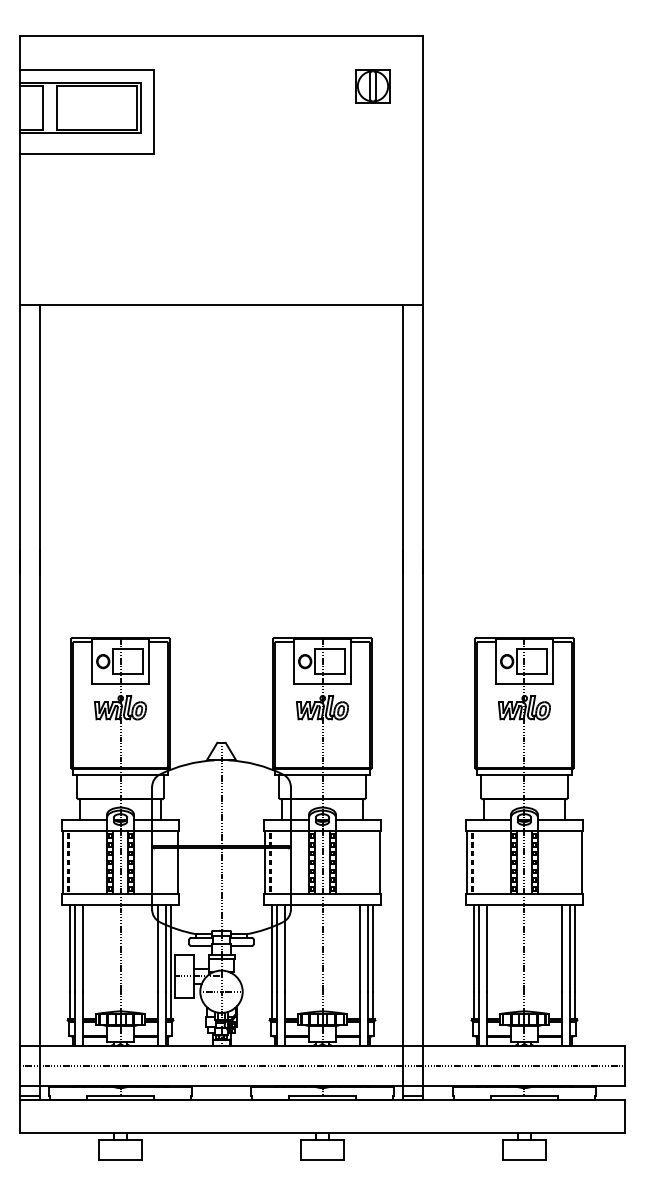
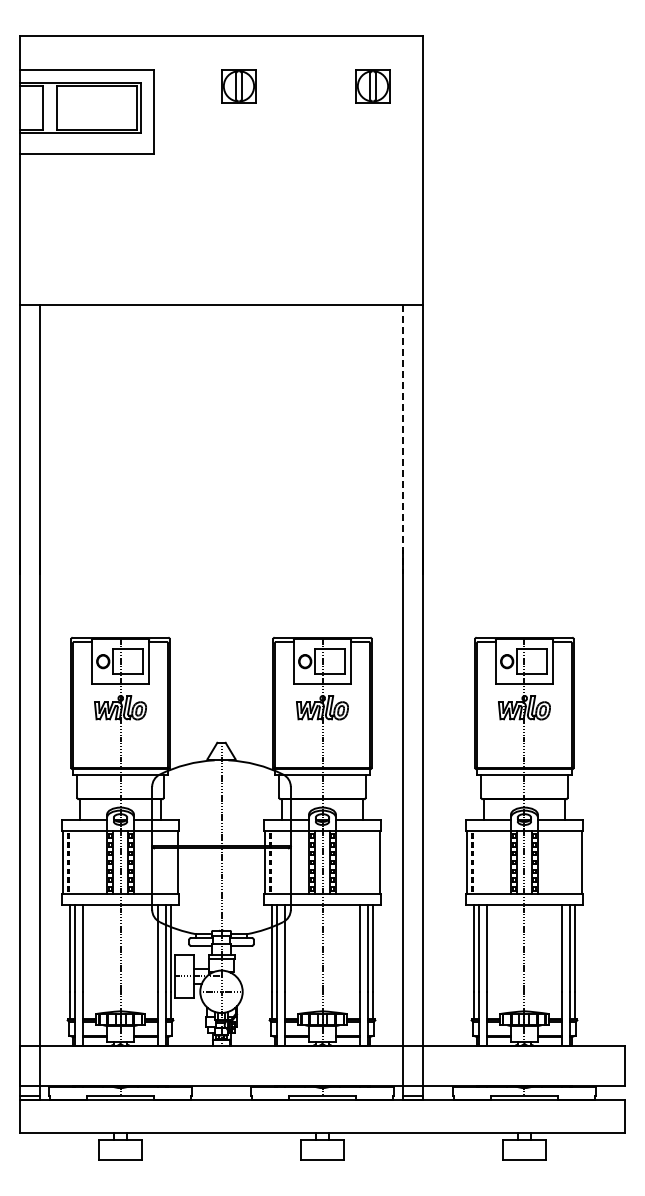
part at (238, 86): none -> present
line at (403, 439): solid -> dashed
line at (322, 1065): present -> none
